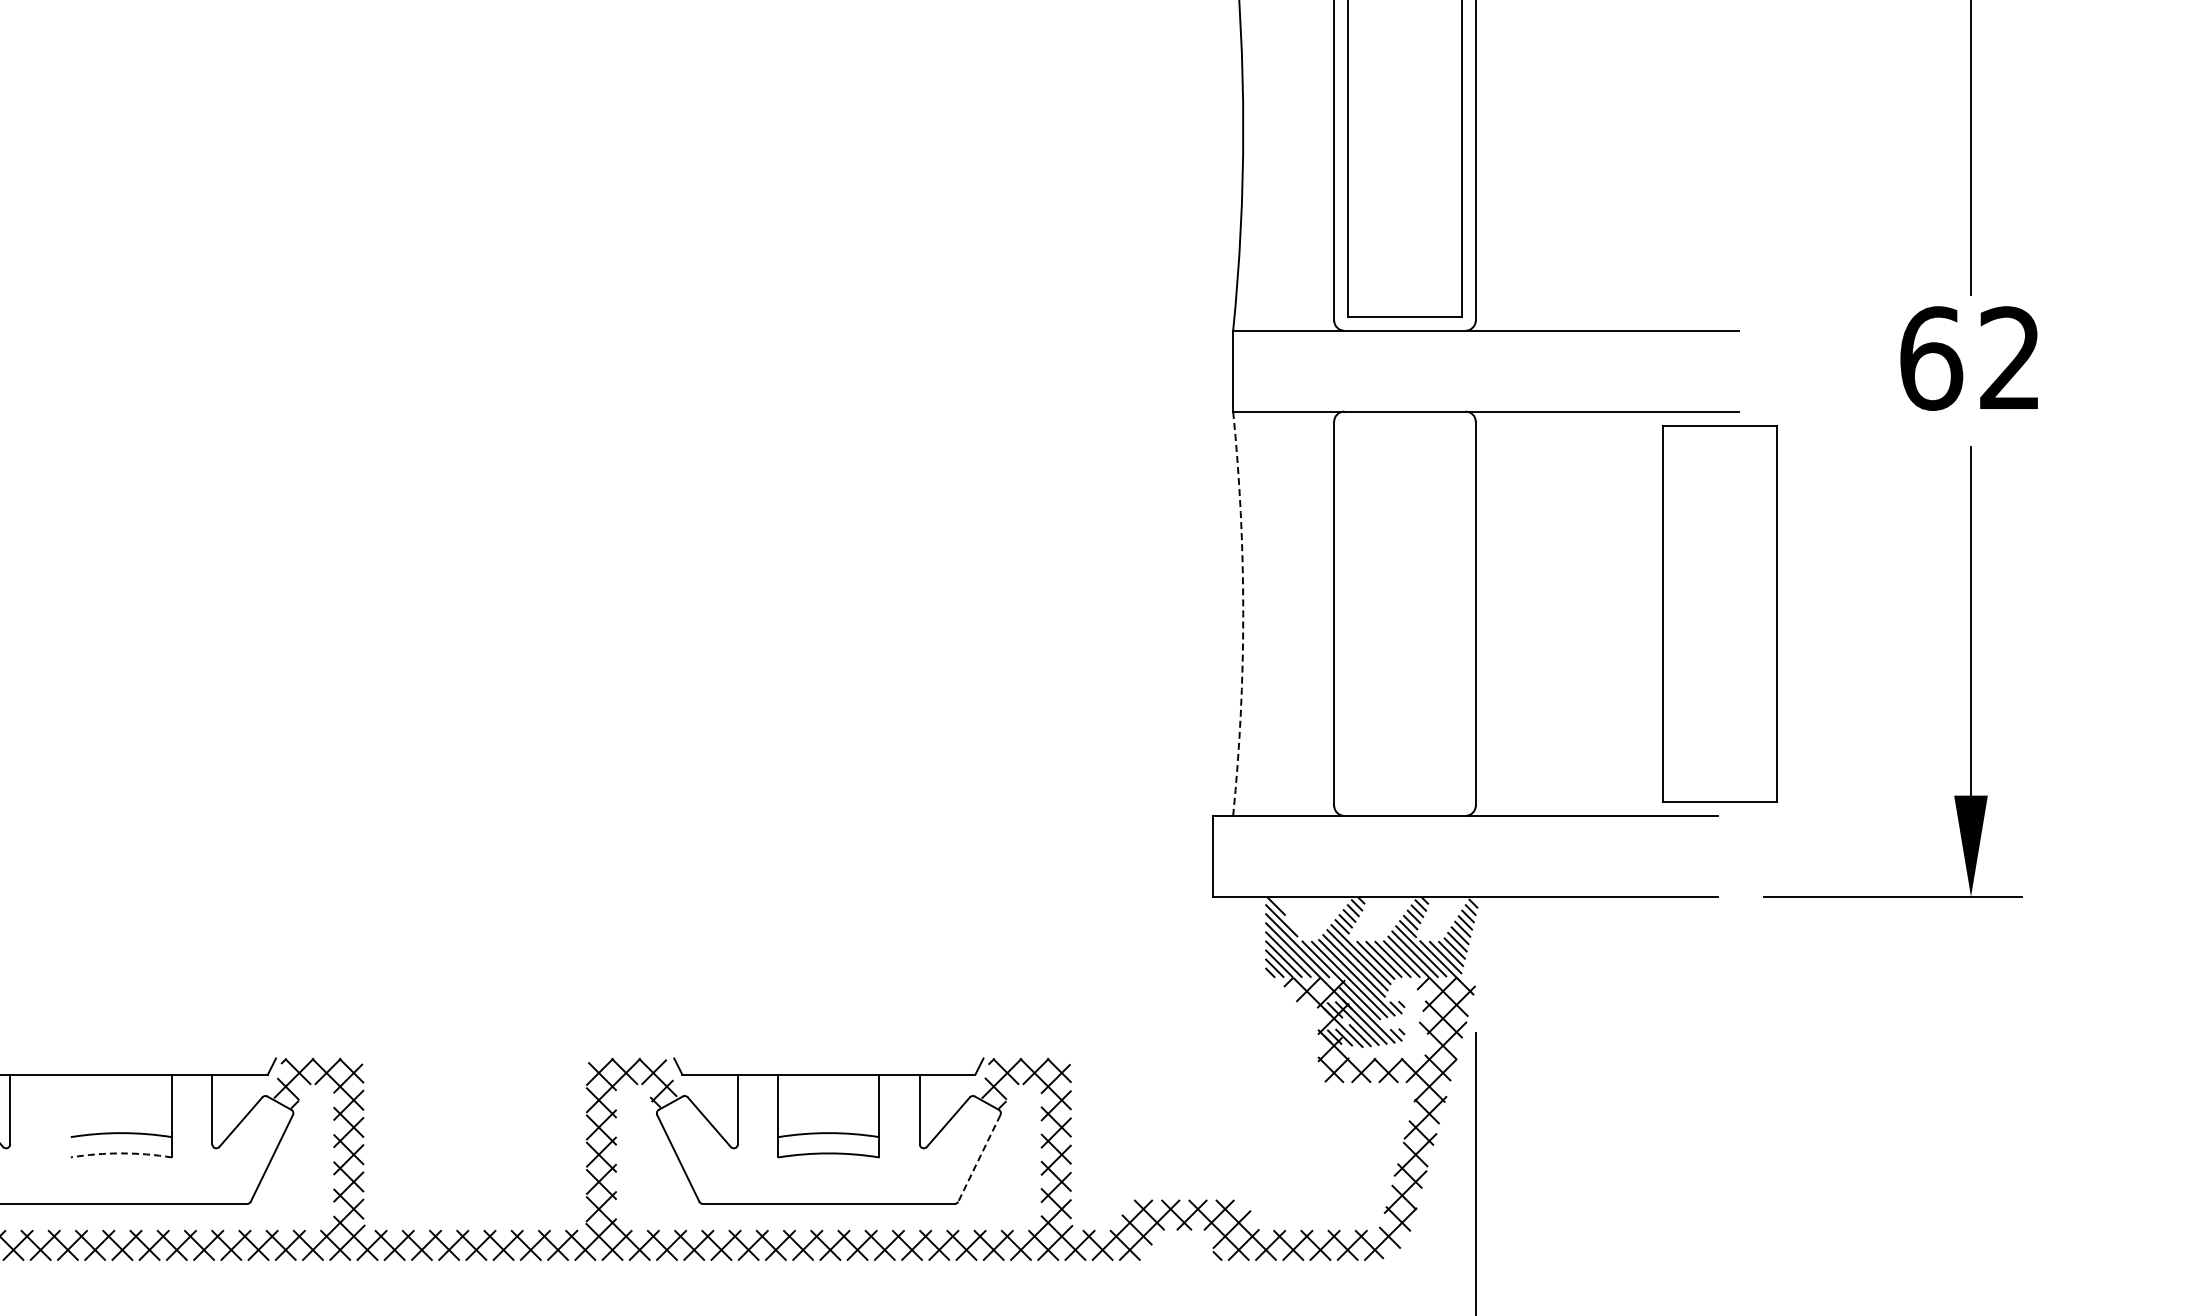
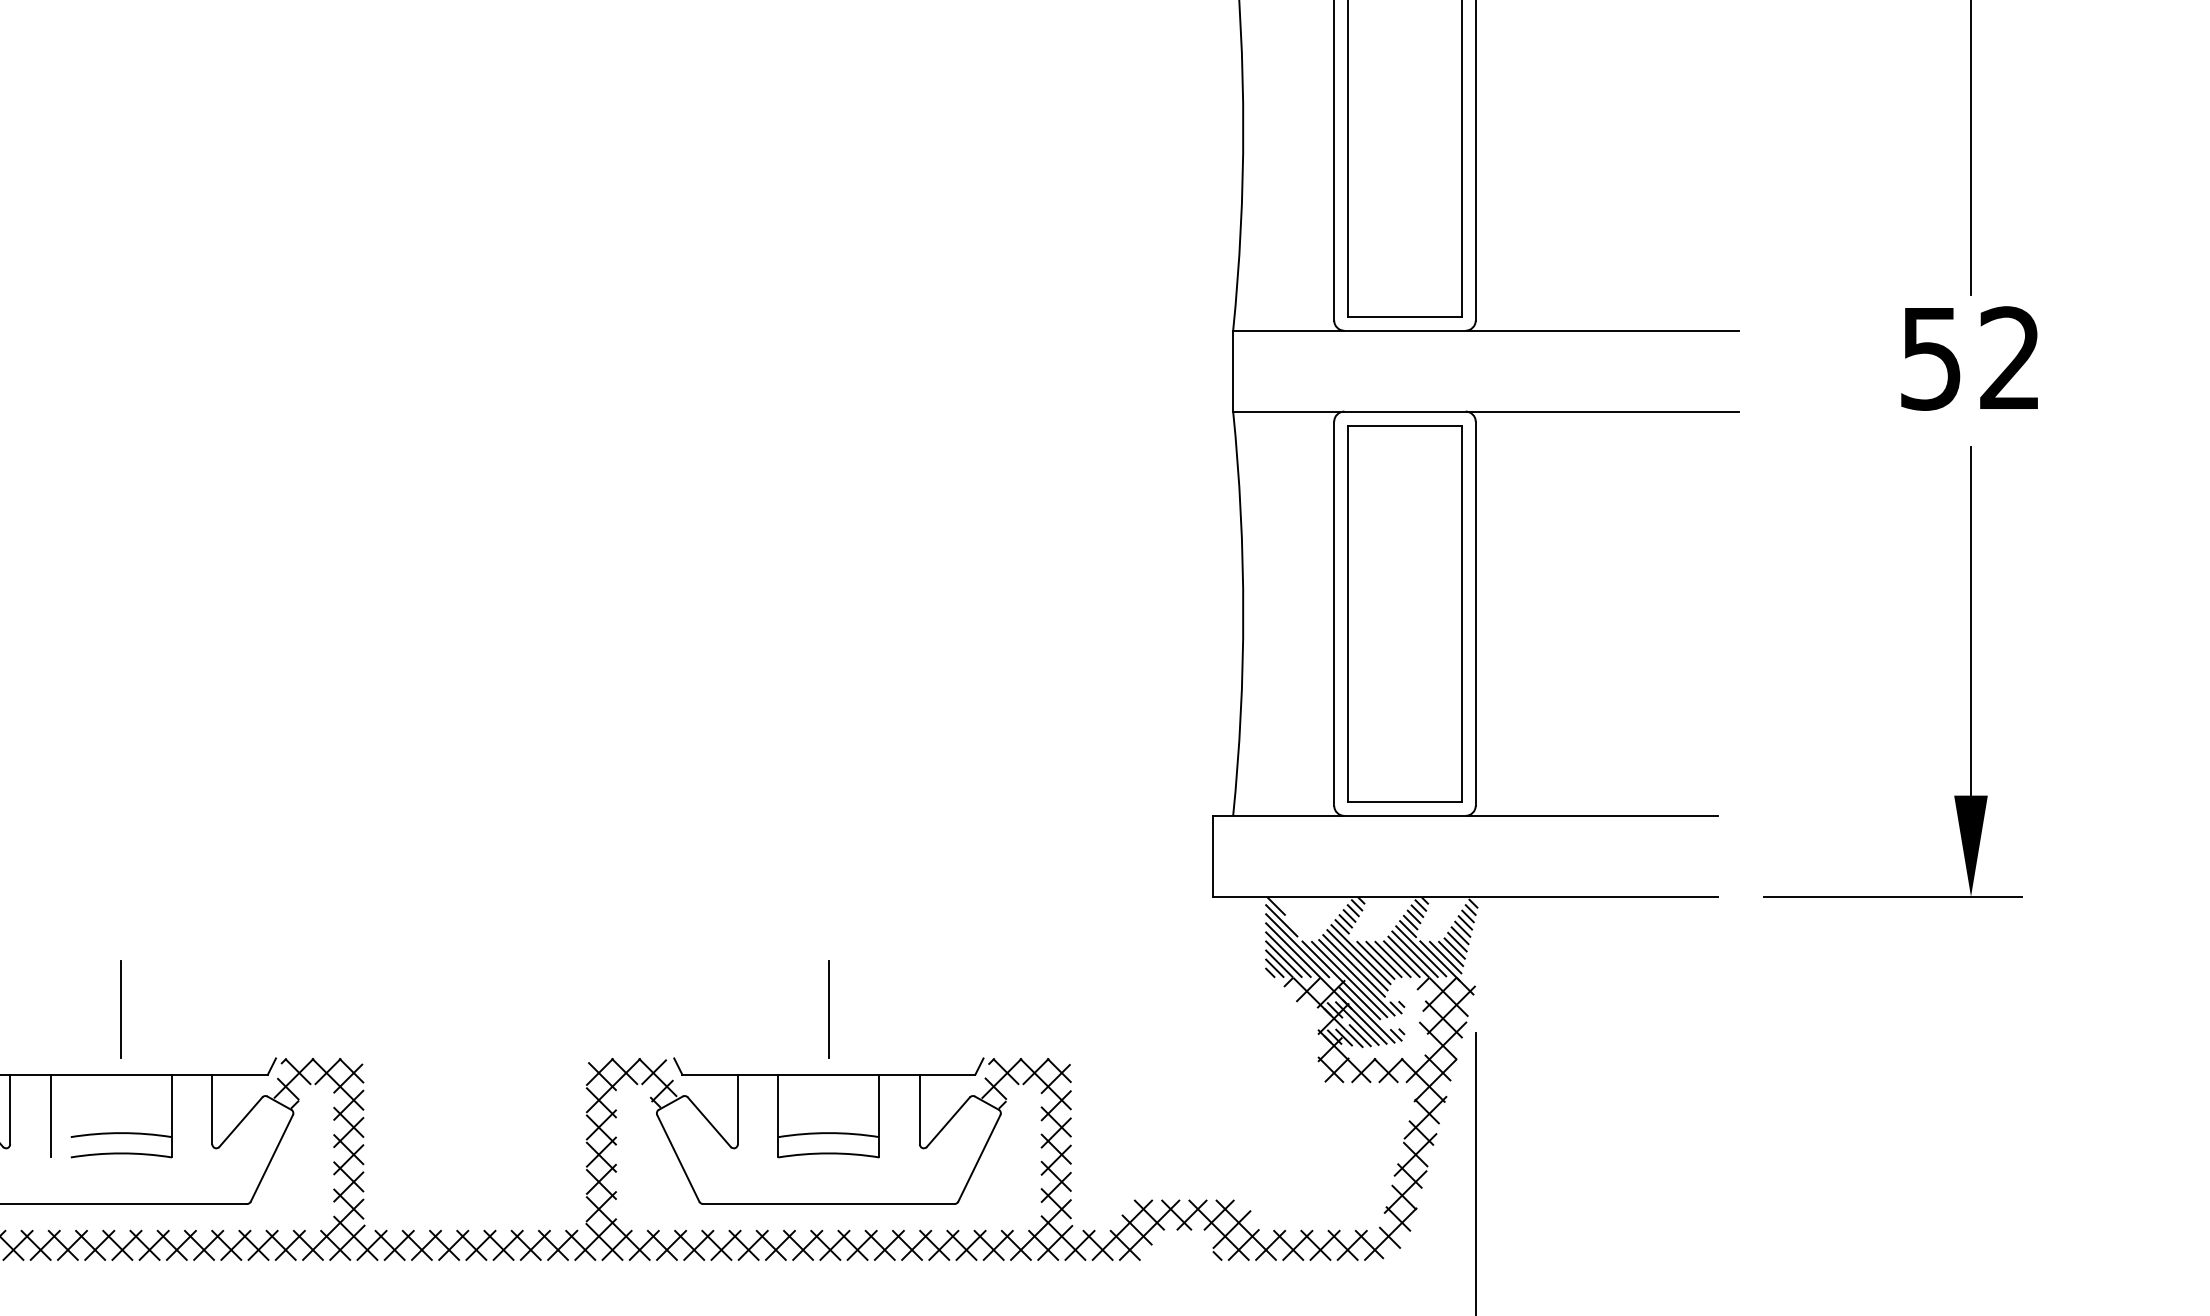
text at (1931, 358): 62 -> 52
arc at (1243, 613): dashed -> solid
part at (1719, 613) position: (1719, 613) -> (1404, 613)
line at (121, 1009): none -> present
line at (828, 1009): none -> present
line at (50, 1115): none -> present
arc at (121, 1153): dashed -> solid
line at (979, 1158): dashed -> solid
